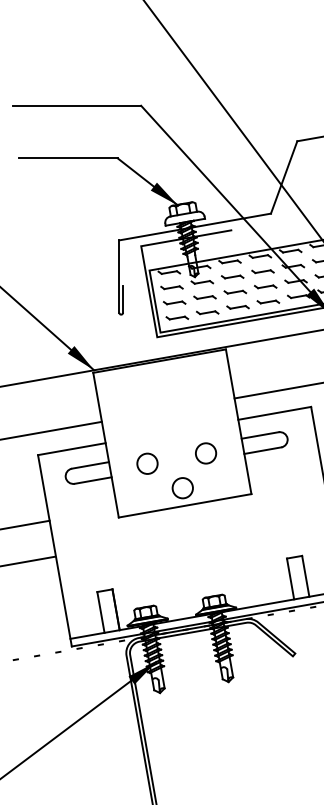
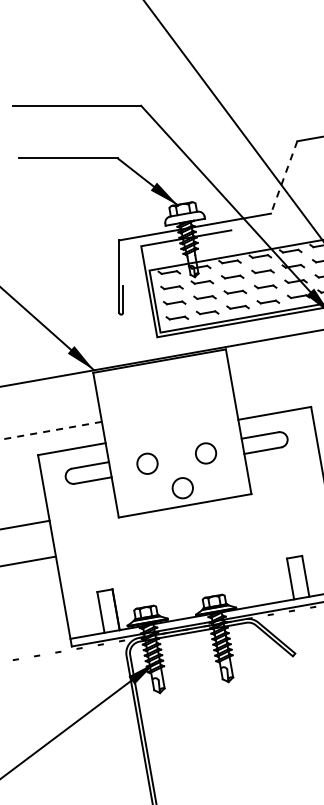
line at (284, 177): solid -> dashed
line at (277, 390): present -> none
line at (50, 430): solid -> dashed
